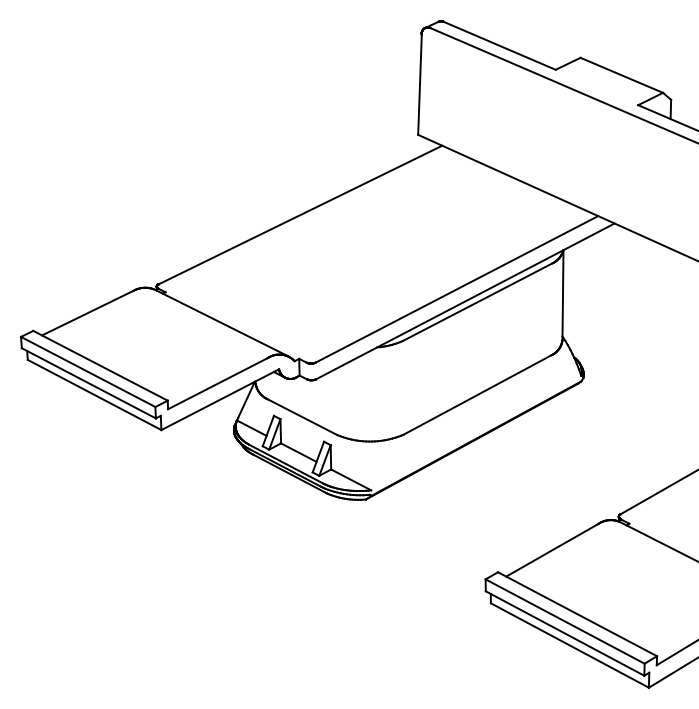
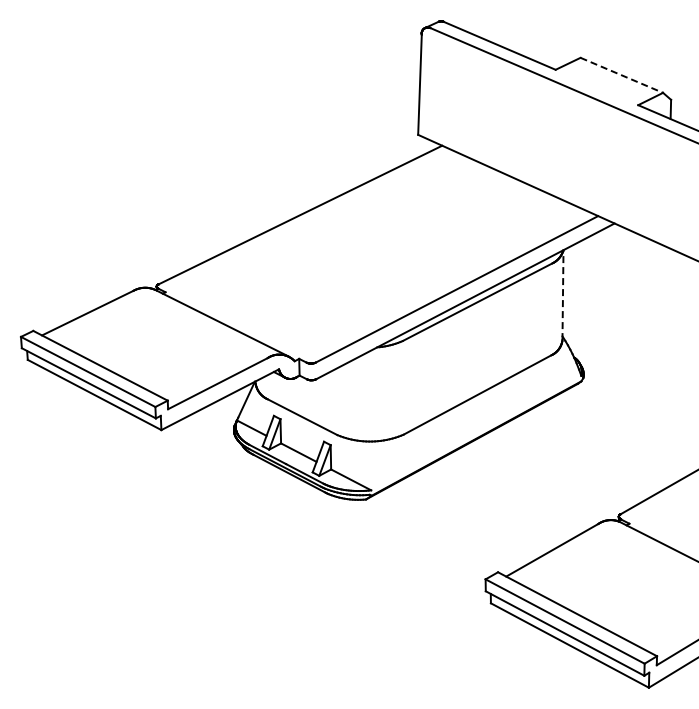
line at (621, 75): solid -> dashed
line at (562, 295): solid -> dashed
